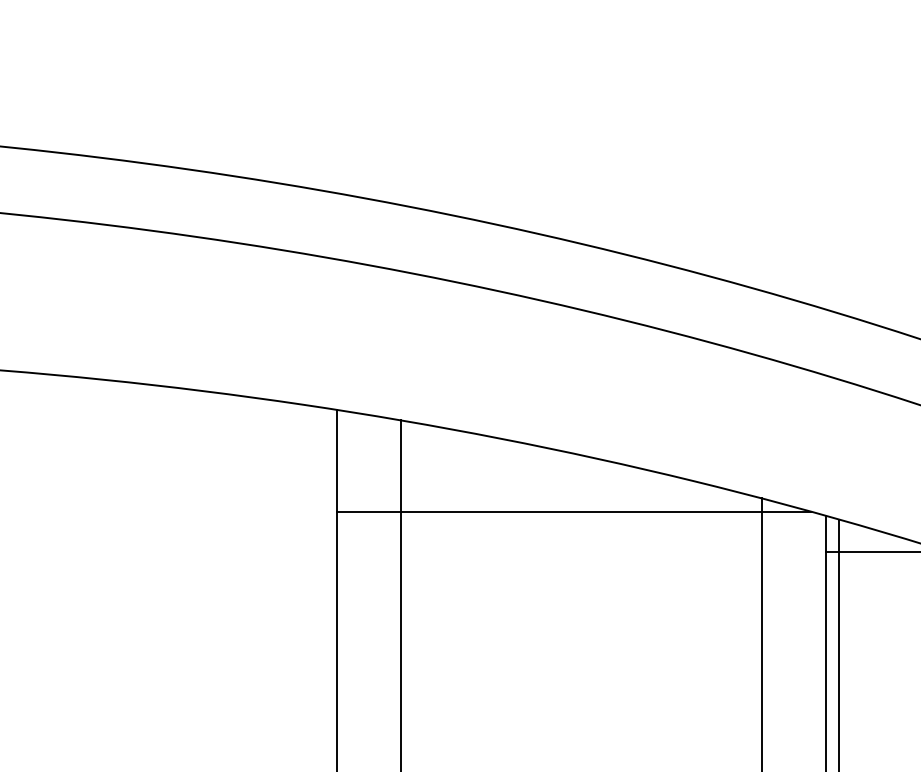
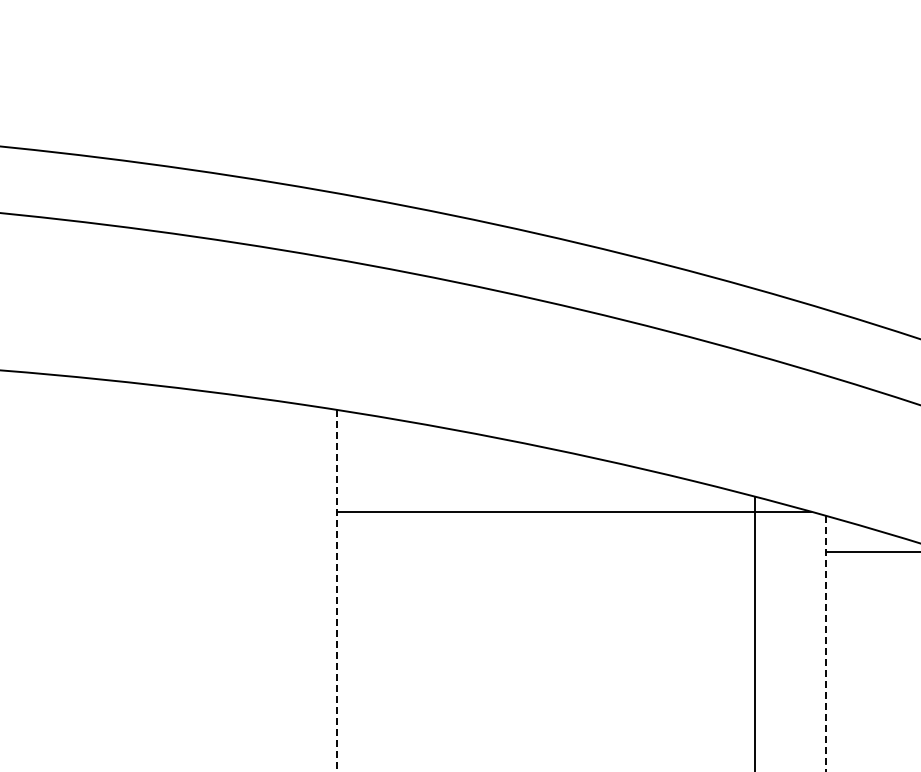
line at (336, 590): solid -> dashed
line at (401, 594): present -> none
line at (761, 633) position: (761, 633) -> (754, 633)
line at (826, 643): solid -> dashed
line at (839, 643): present -> none
